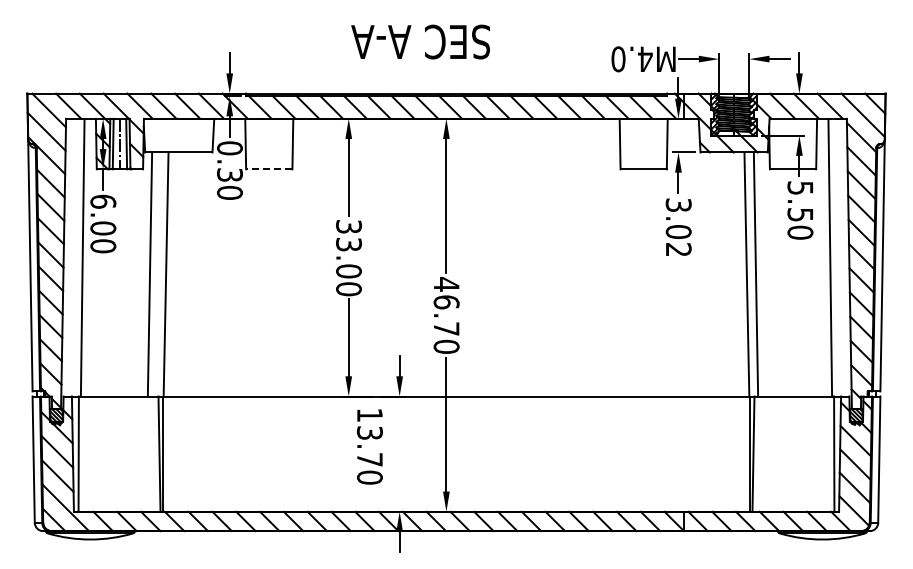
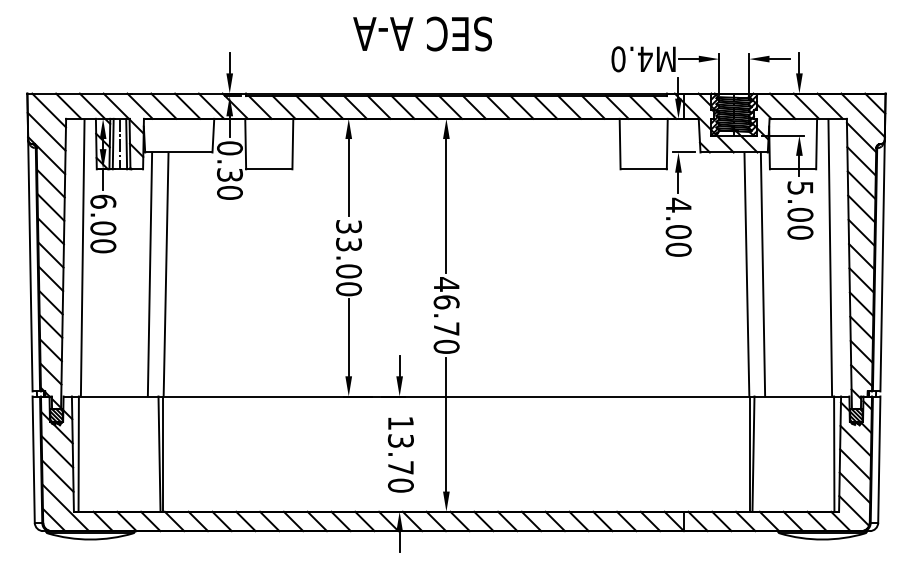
text at (420, 41) position: (420, 41) -> (422, 33)
line at (268, 169): dashed -> solid
text at (800, 214): 5.50 -> 5.00
text at (678, 226): 3.02 -> 4.00
line at (755, 274) position: (755, 274) -> (762, 274)
text at (369, 446) position: (369, 446) -> (400, 454)
